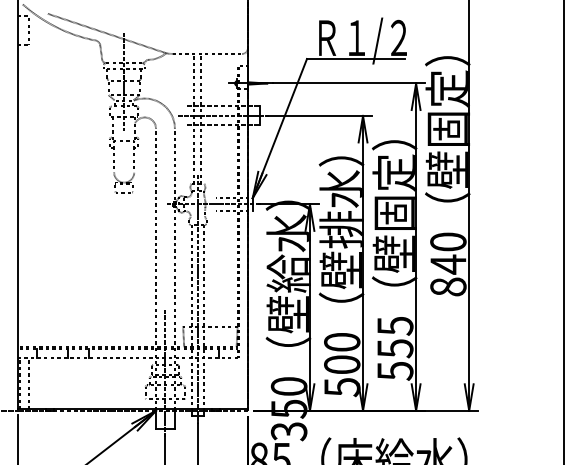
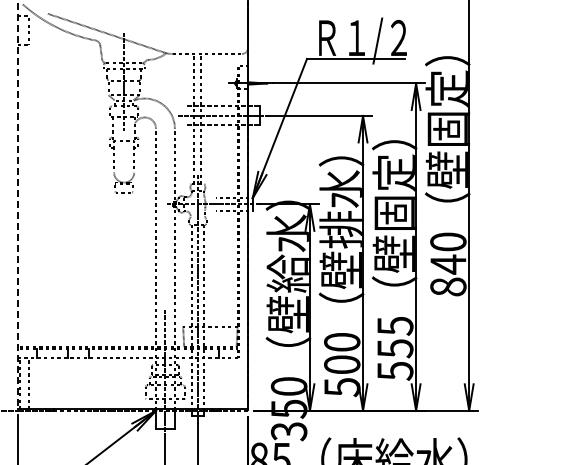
line at (18, 204): solid -> dashed
line at (563, 231): present -> none
